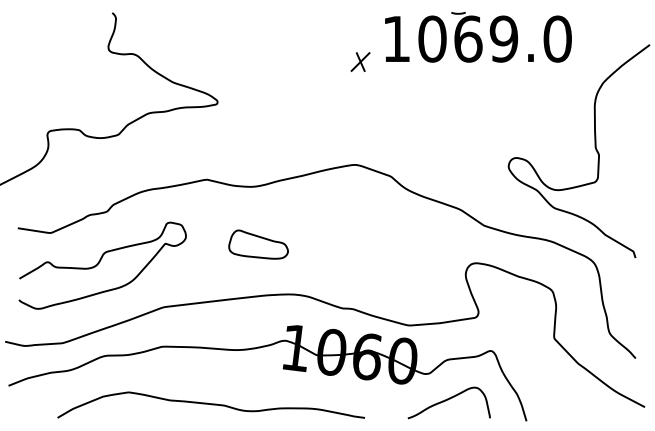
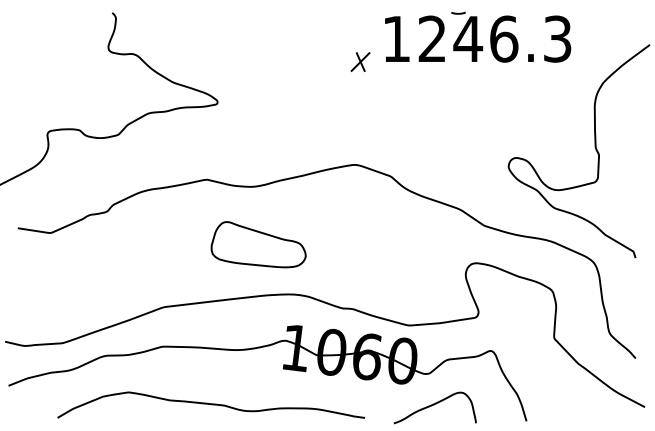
text at (494, 38): 1069.0 -> 1246.3
part at (258, 244) size: 61x31 px -> 97x48 px
curve at (100, 262): present -> none
curve at (448, 400) position: (448, 400) -> (434, 405)
